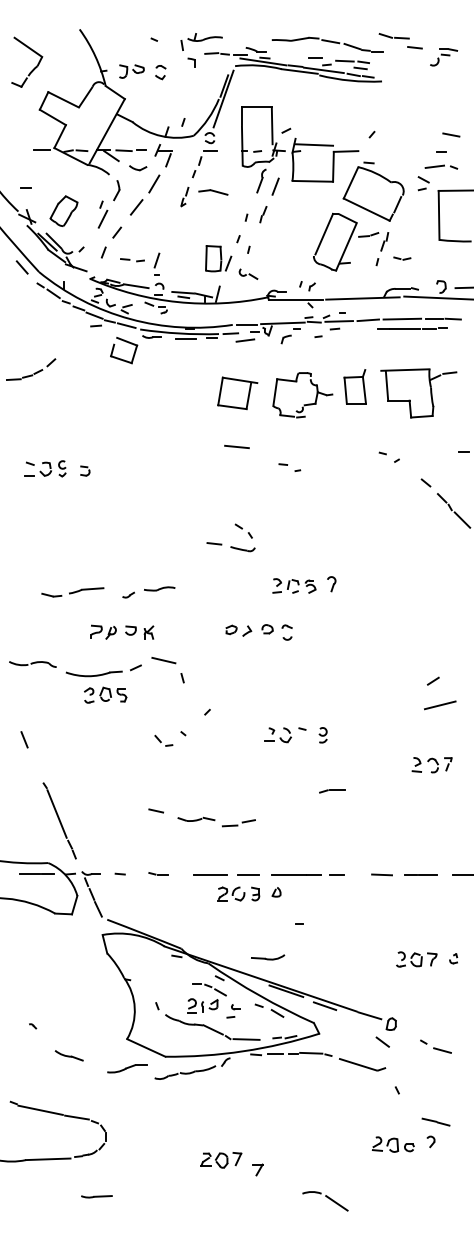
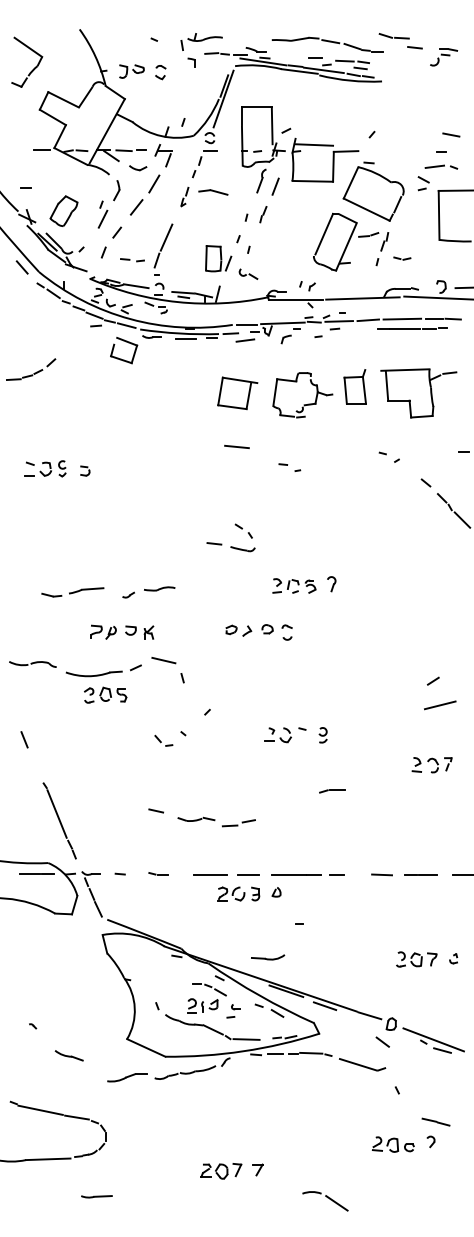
line at (166, 237): none -> present
line at (433, 1039): none -> present
part at (127, 1068) position: (127, 1068) -> (127, 1077)
part at (221, 1160) position: (221, 1160) -> (221, 1171)
